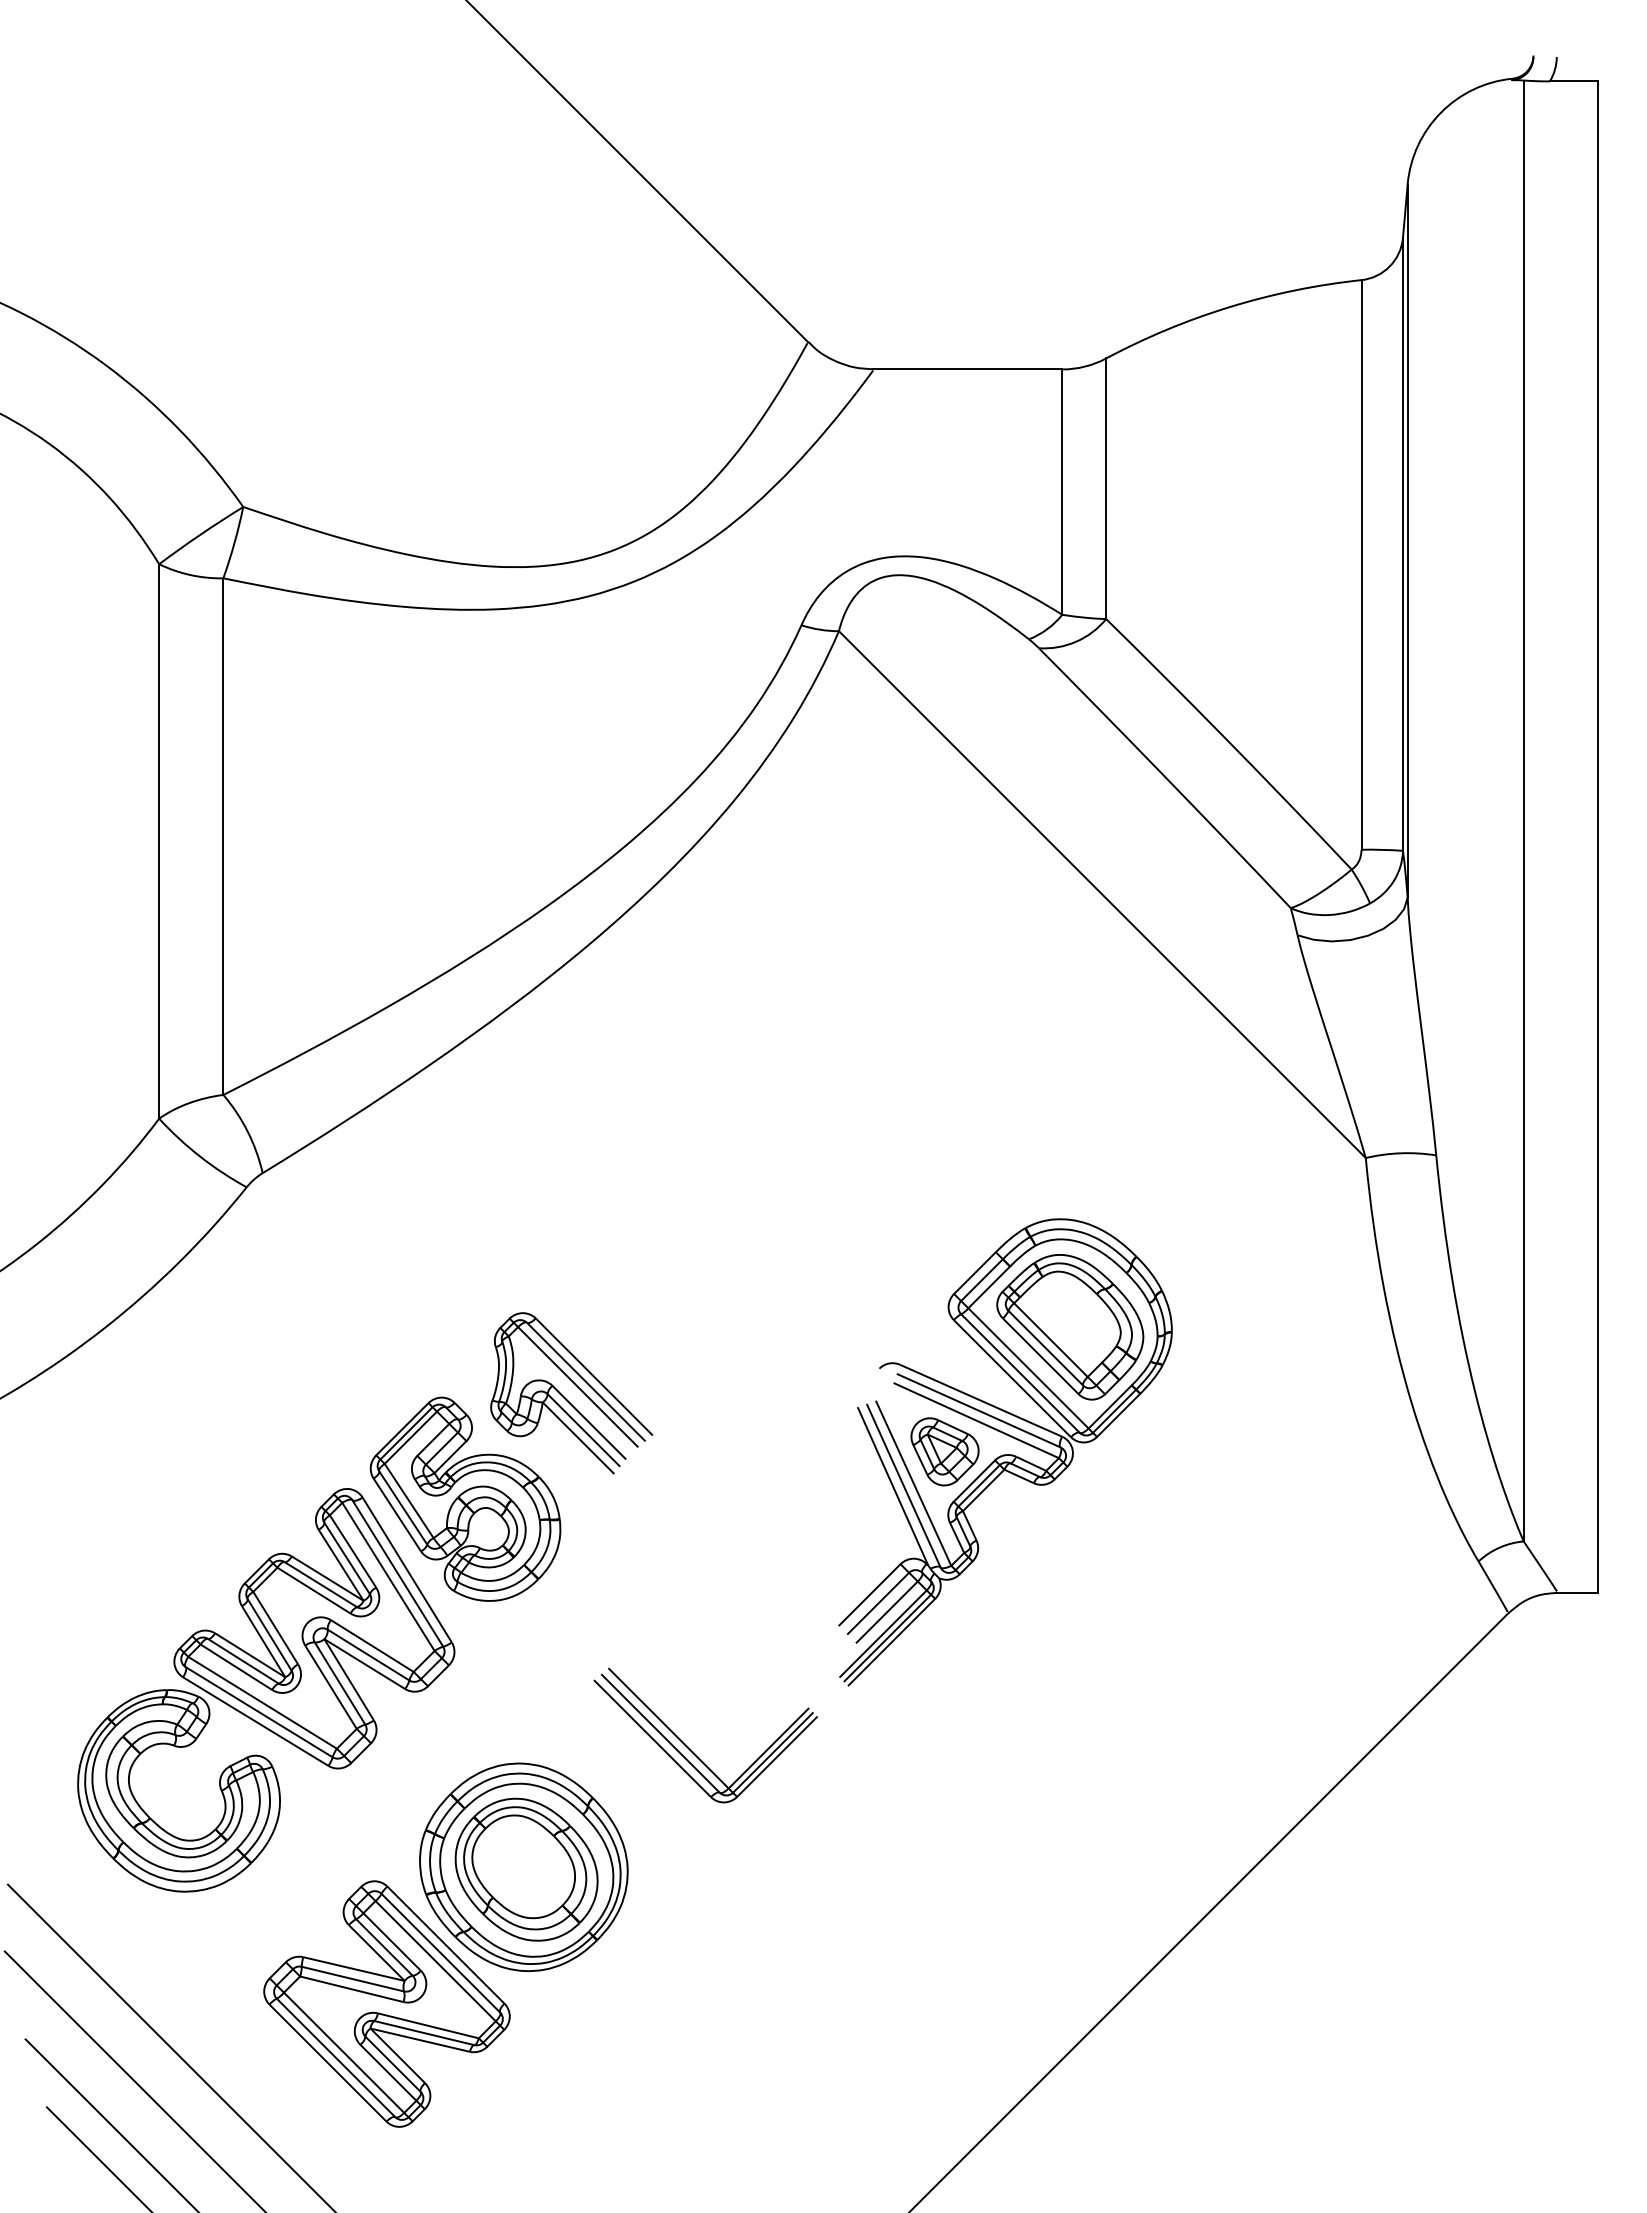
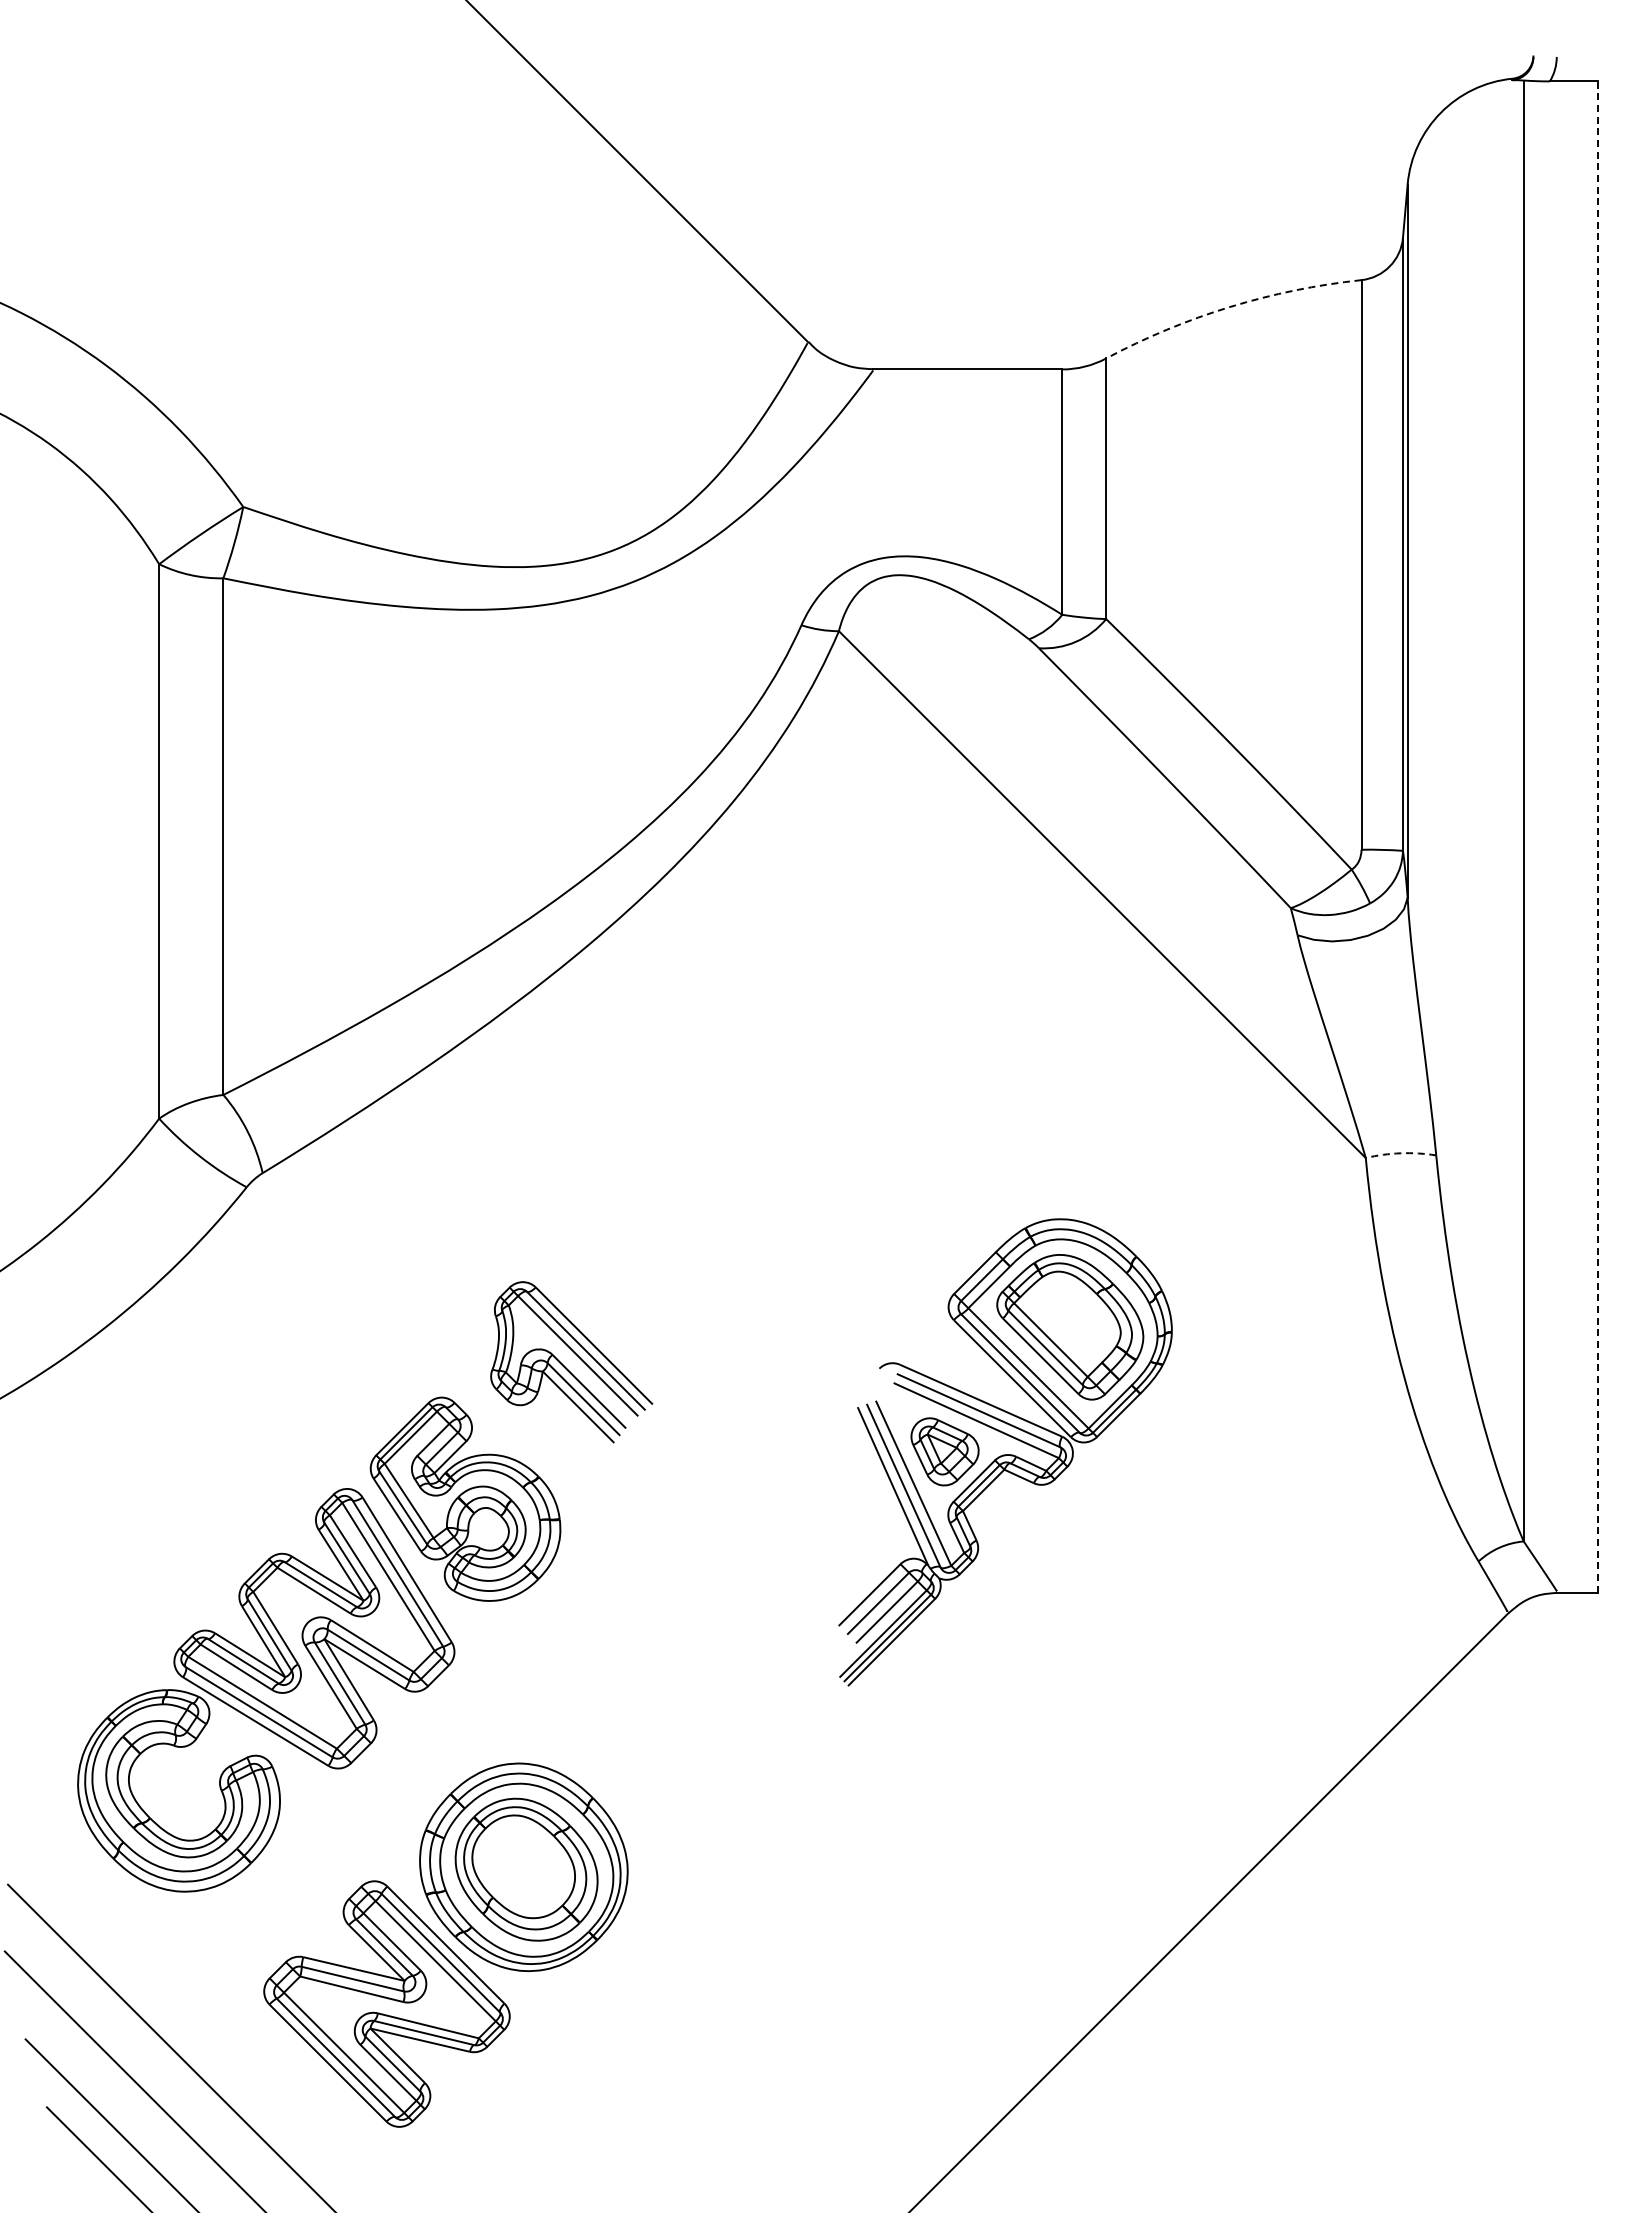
arc at (1230, 307): solid -> dashed
line at (1597, 837): solid -> dashed
arc at (1400, 1153): solid -> dashed
part at (566, 1398) position: (566, 1398) -> (566, 1367)
part at (691, 1749): present -> none
